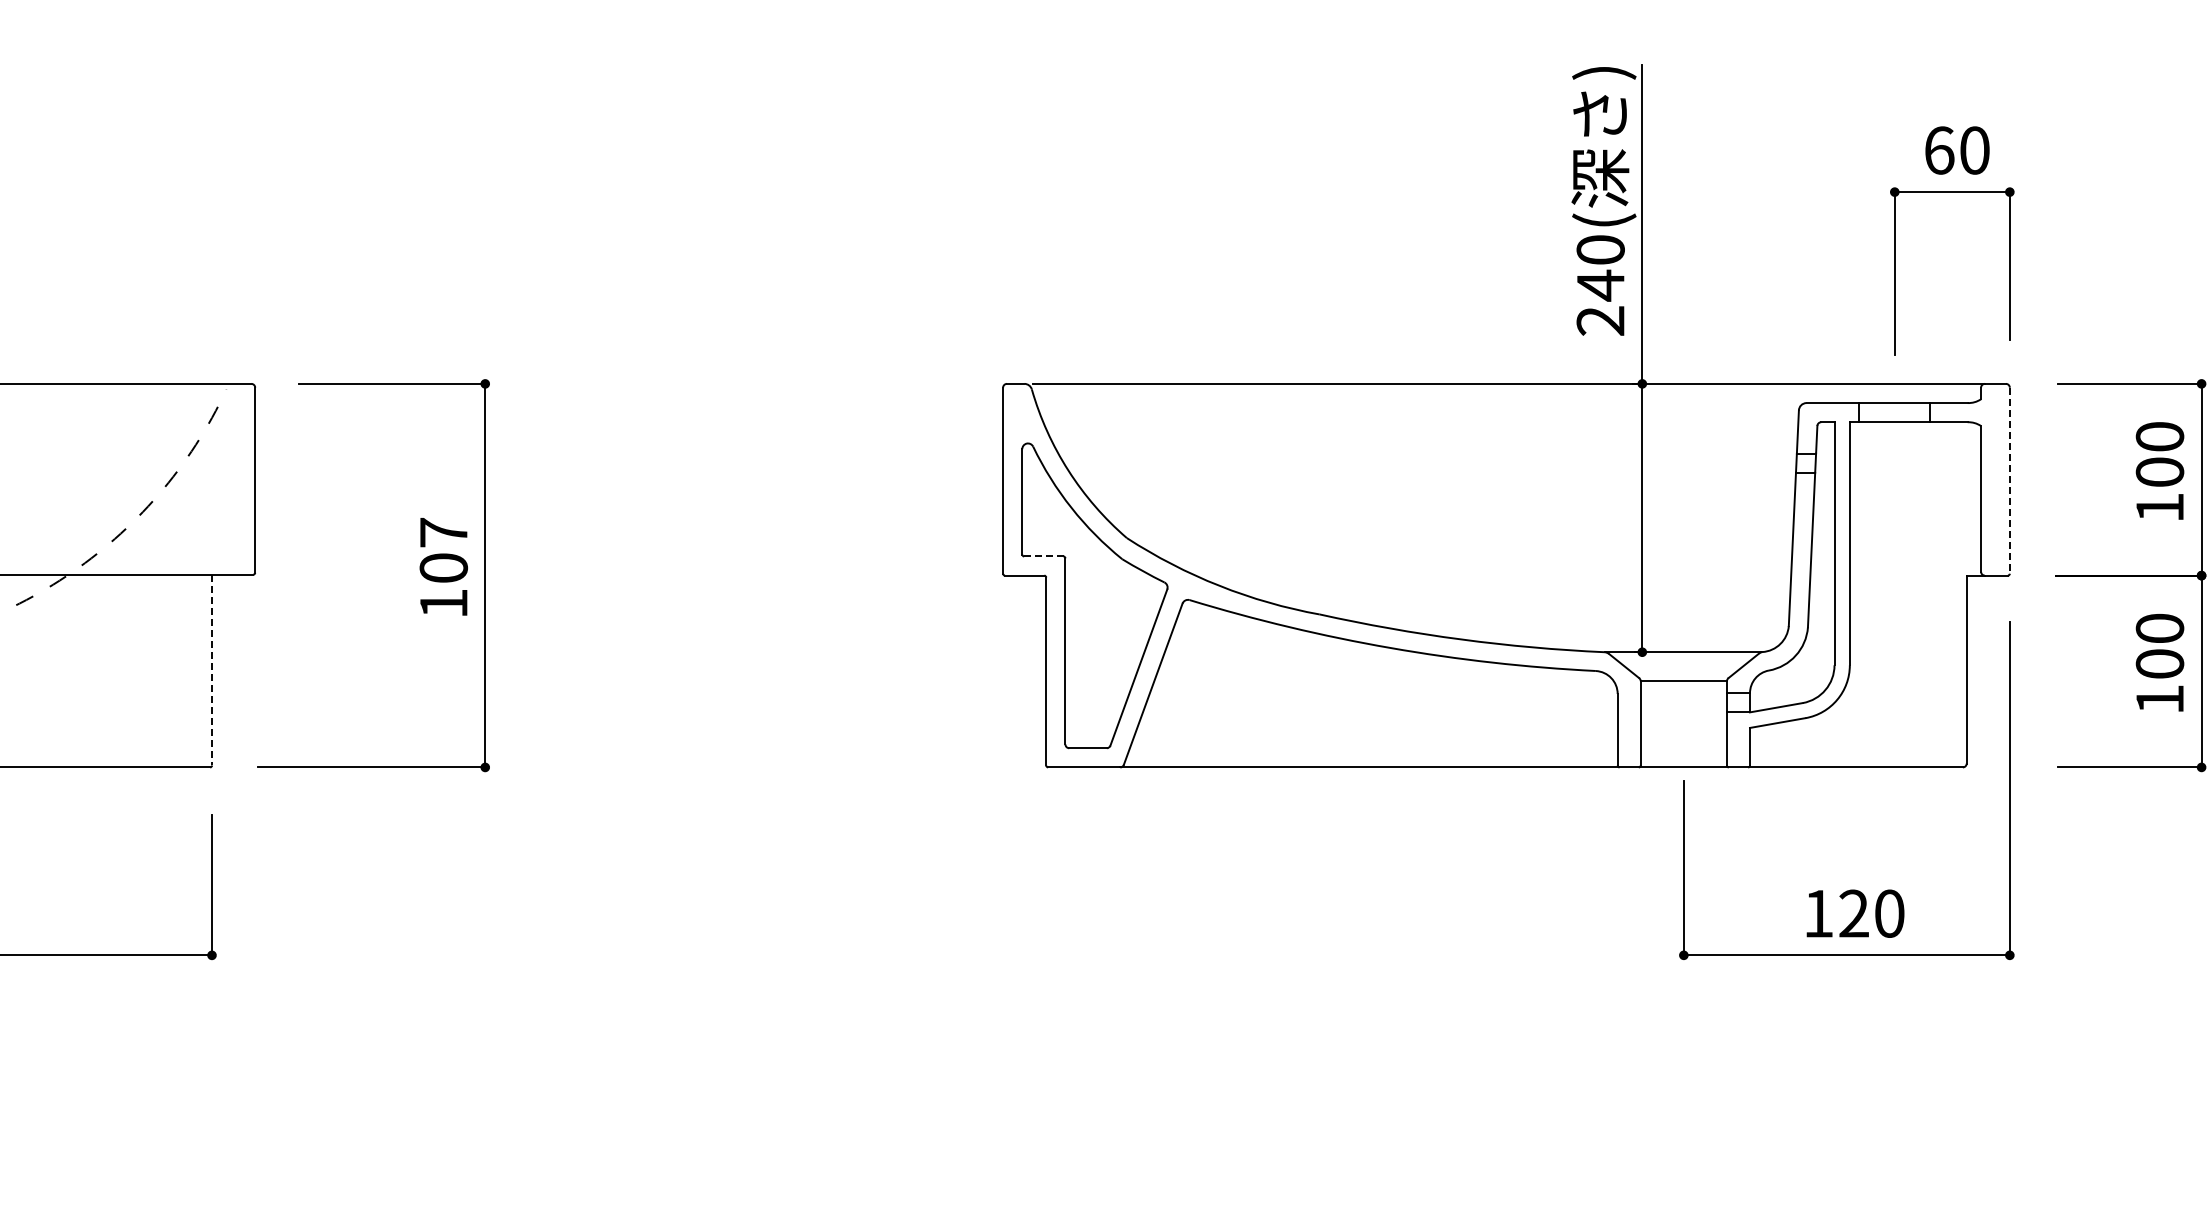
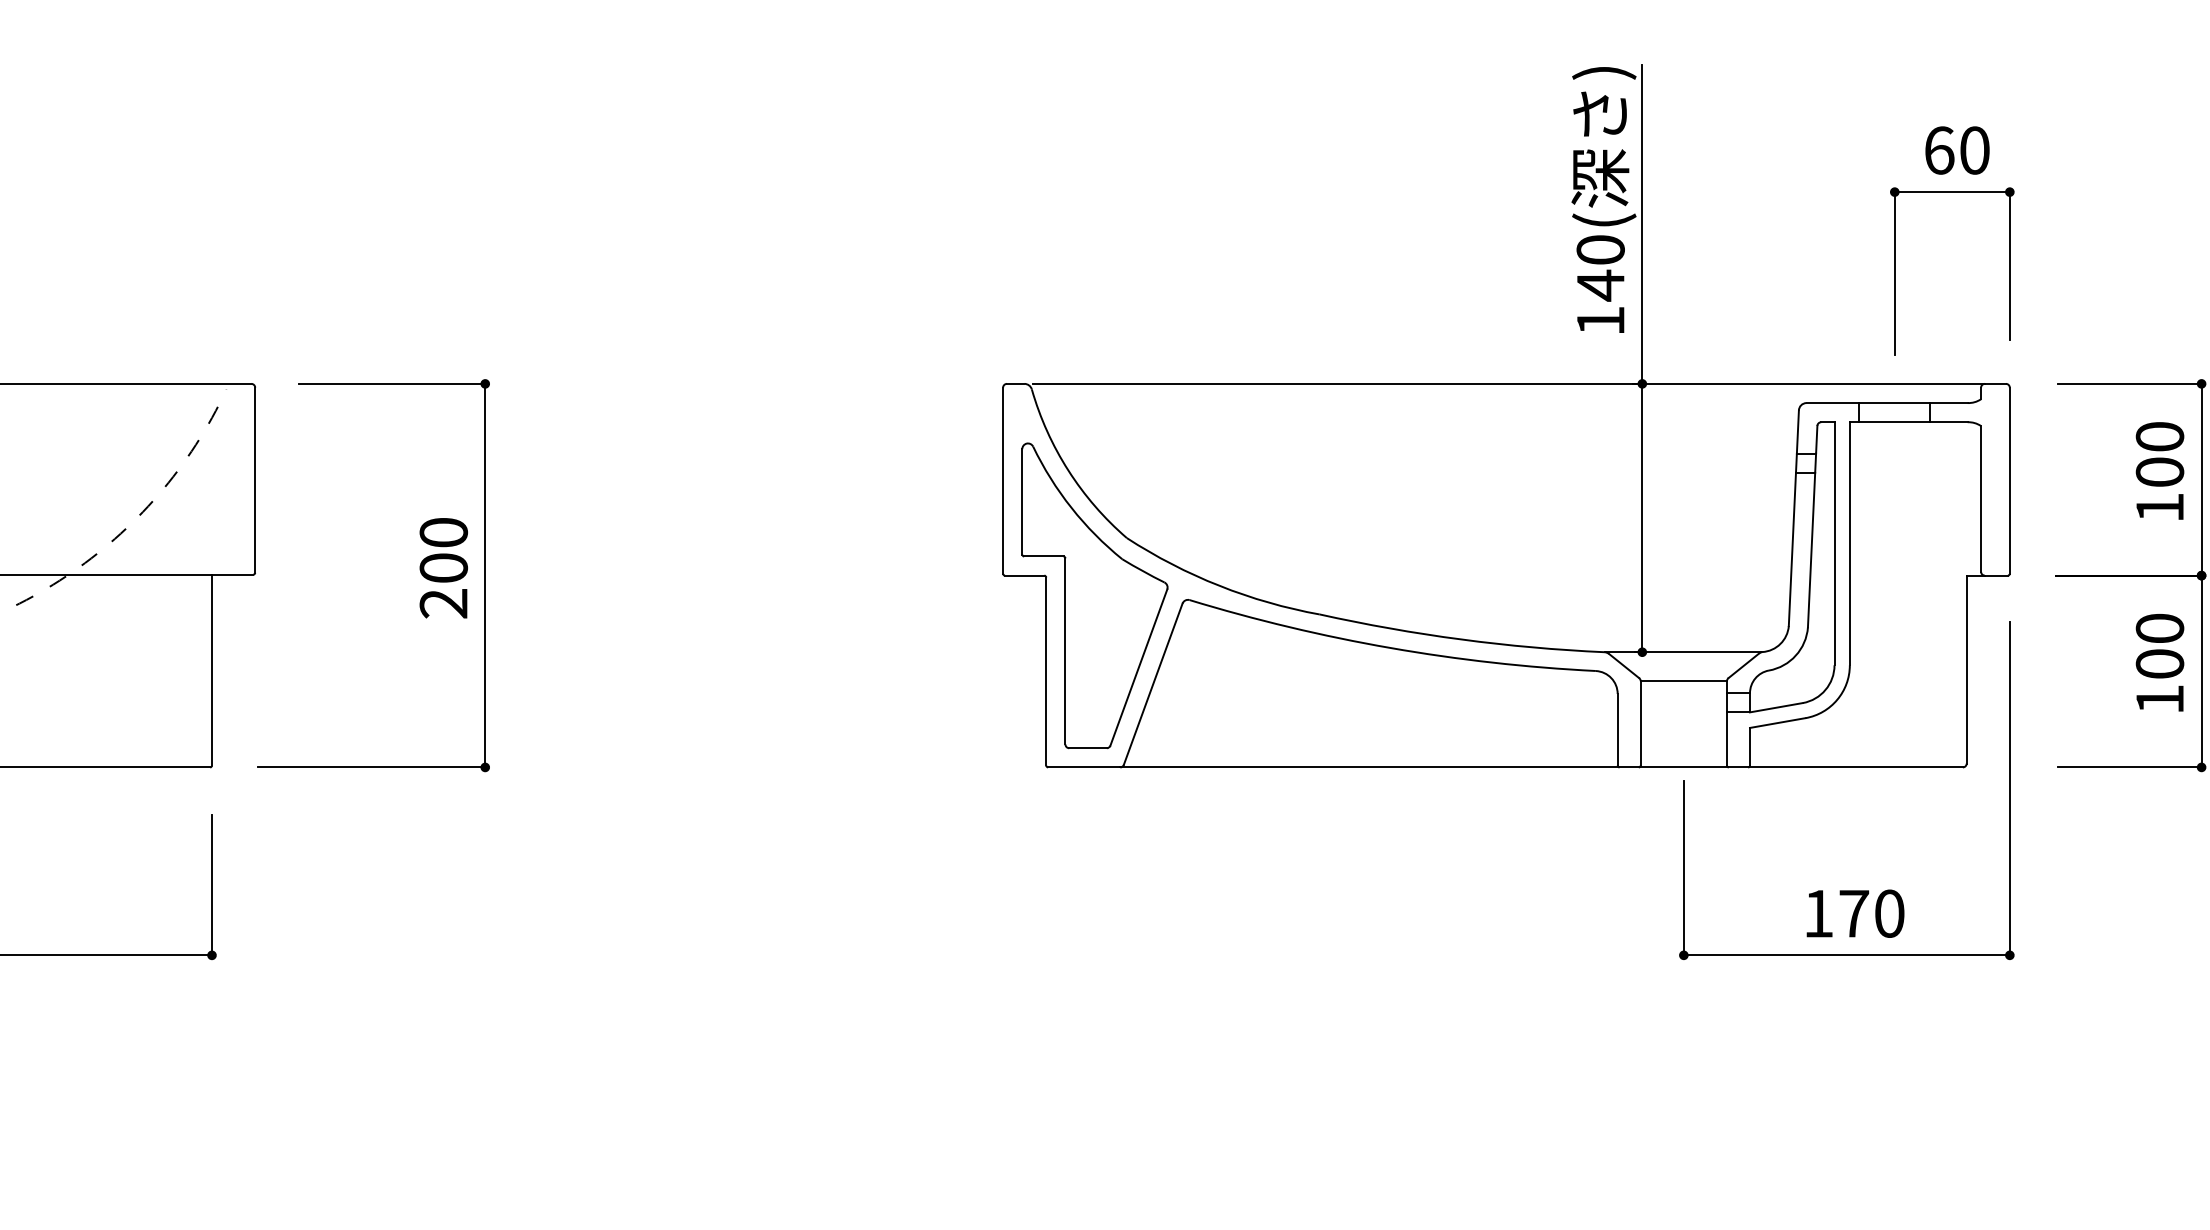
text at (1600, 320): 240( -> 140(
line at (2009, 481): dashed -> solid
line at (1043, 556): dashed -> solid
text at (443, 567): 107 -> 200
line at (212, 670): dashed -> solid
text at (1854, 913): 120 -> 170
